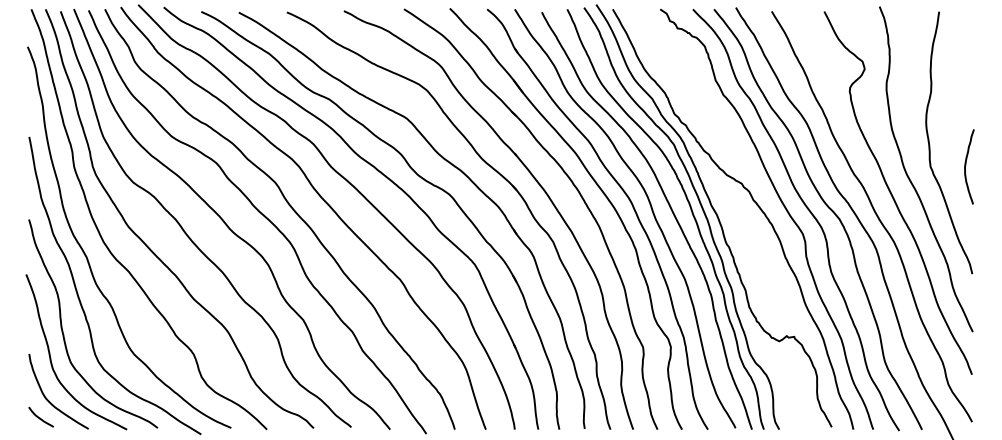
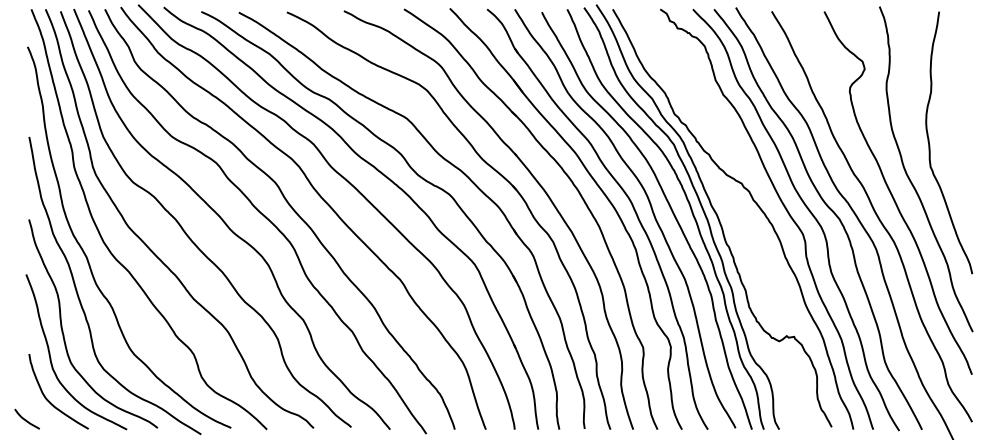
curve at (966, 165): present -> none
curve at (40, 417) position: (40, 417) -> (26, 419)
